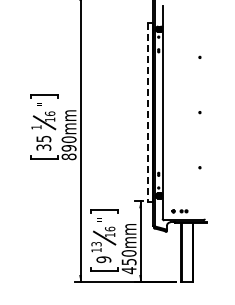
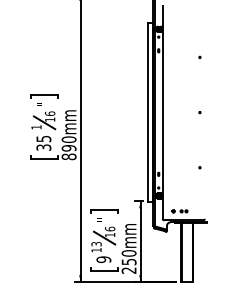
line at (148, 113): dashed -> solid
text at (128, 270): 450mm -> 250mm
